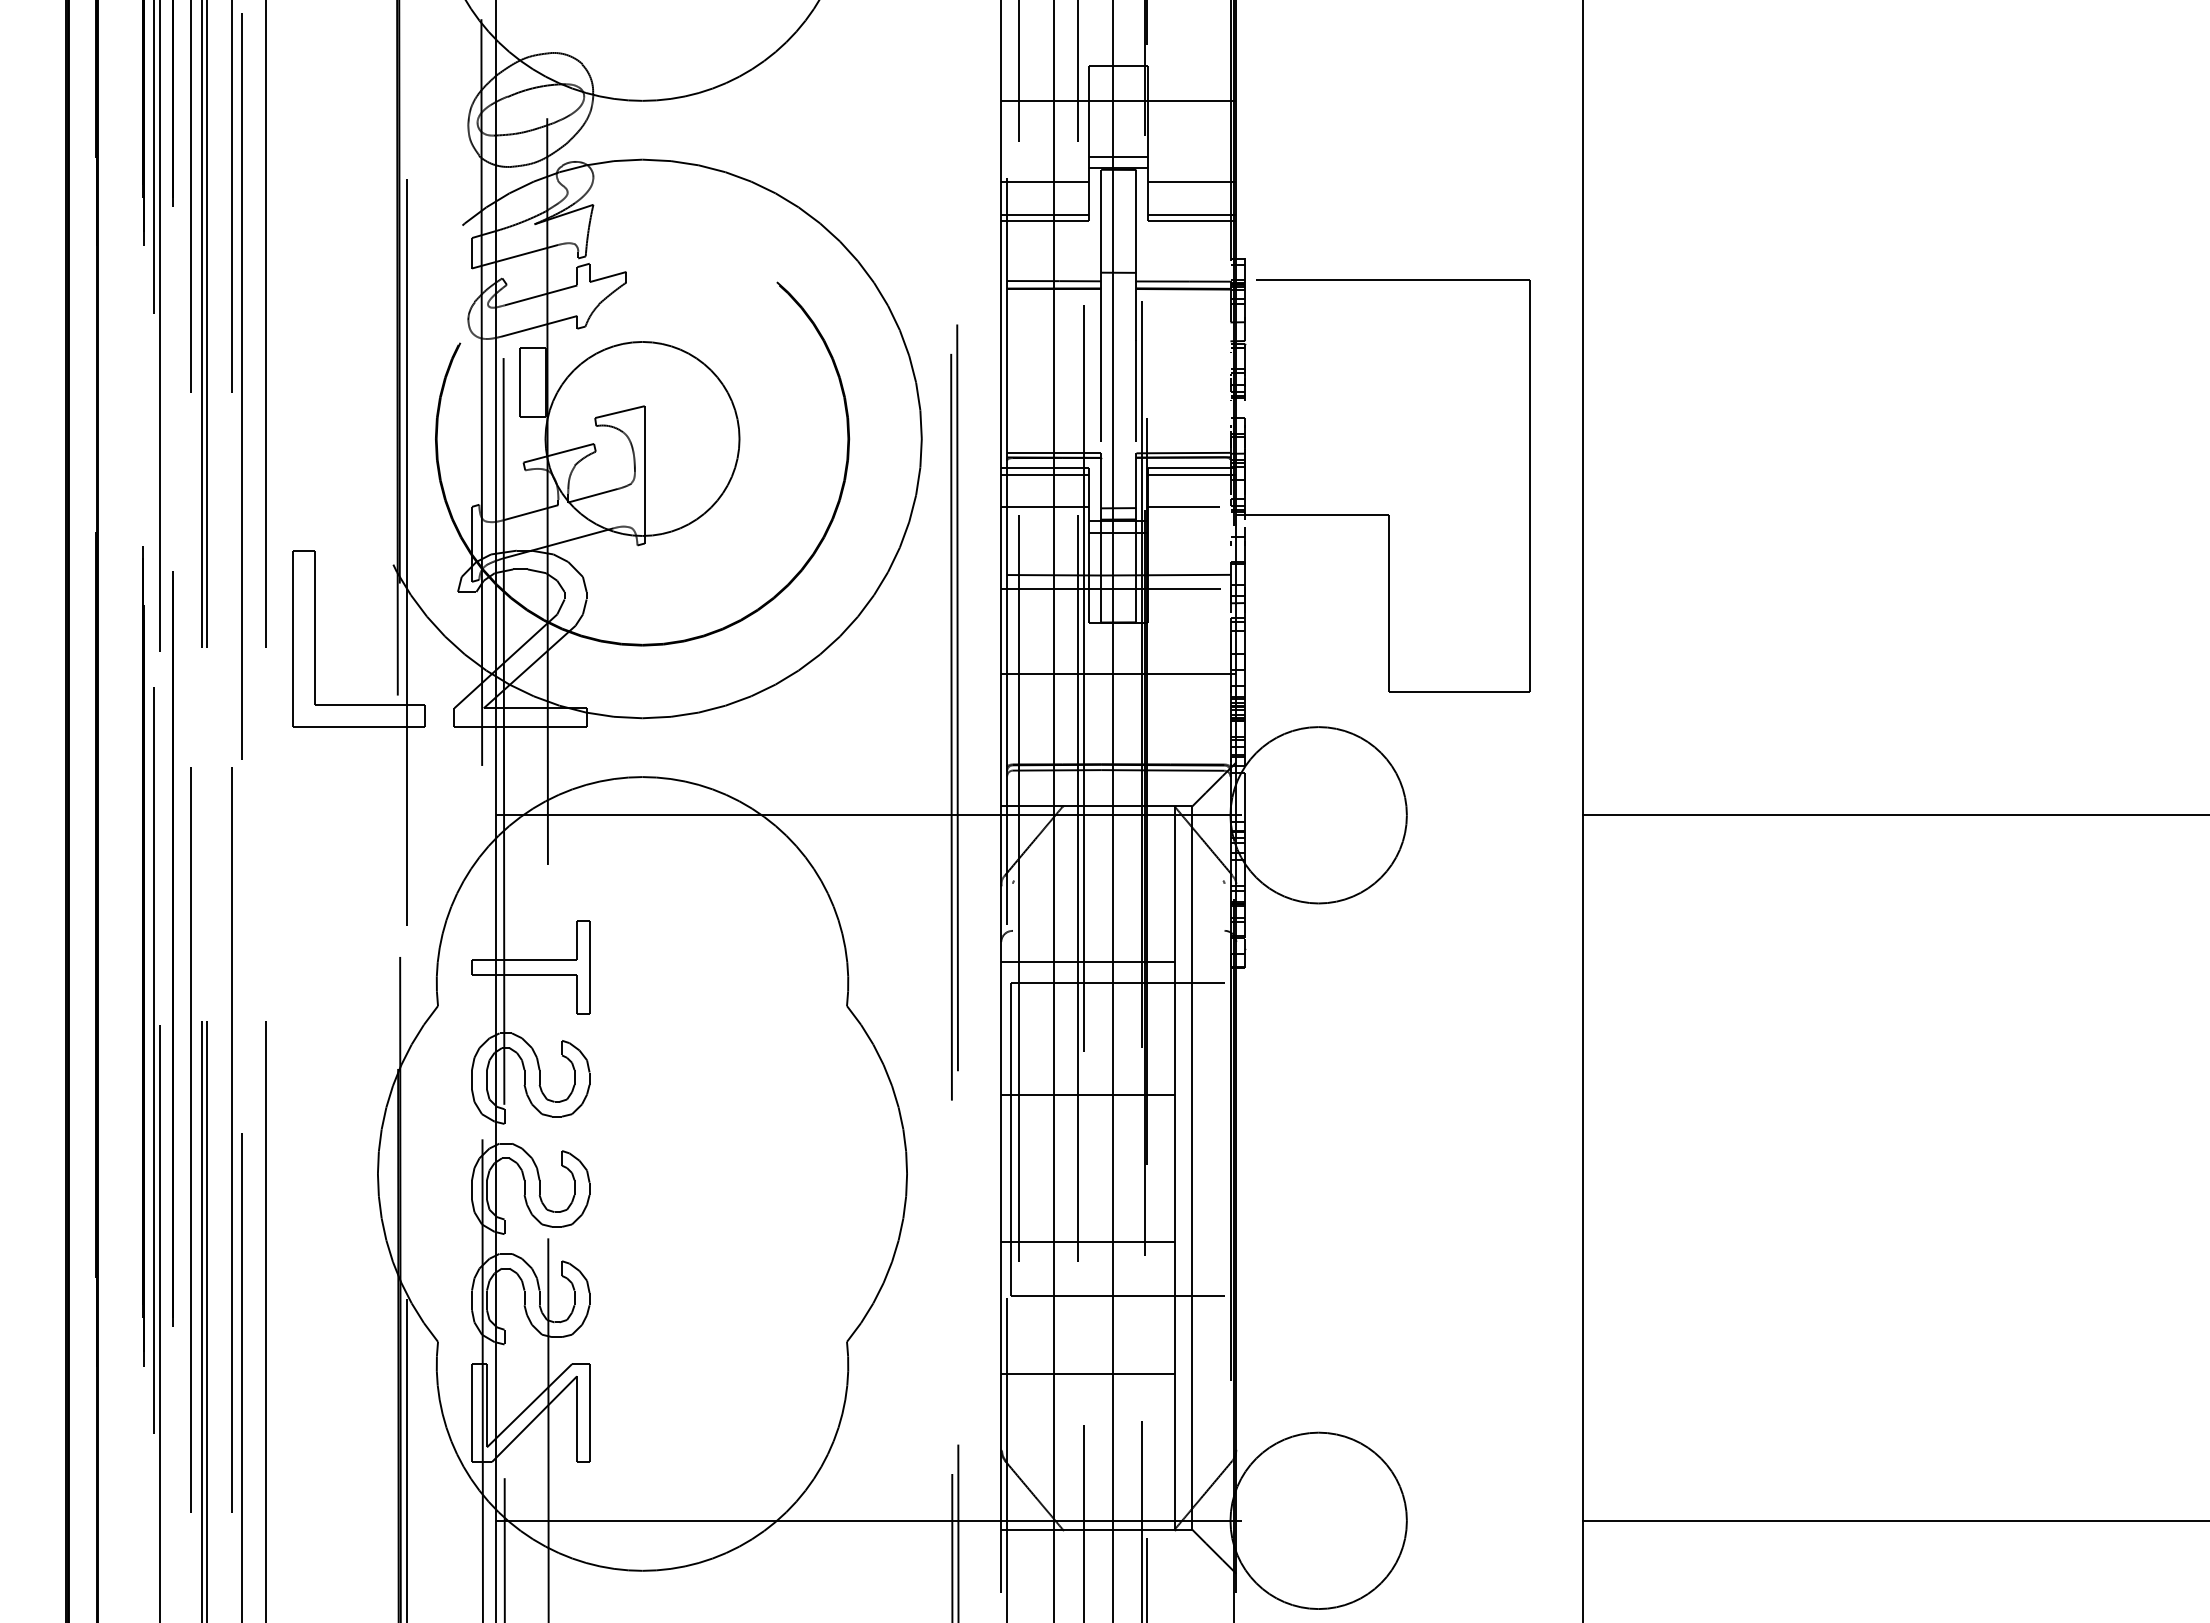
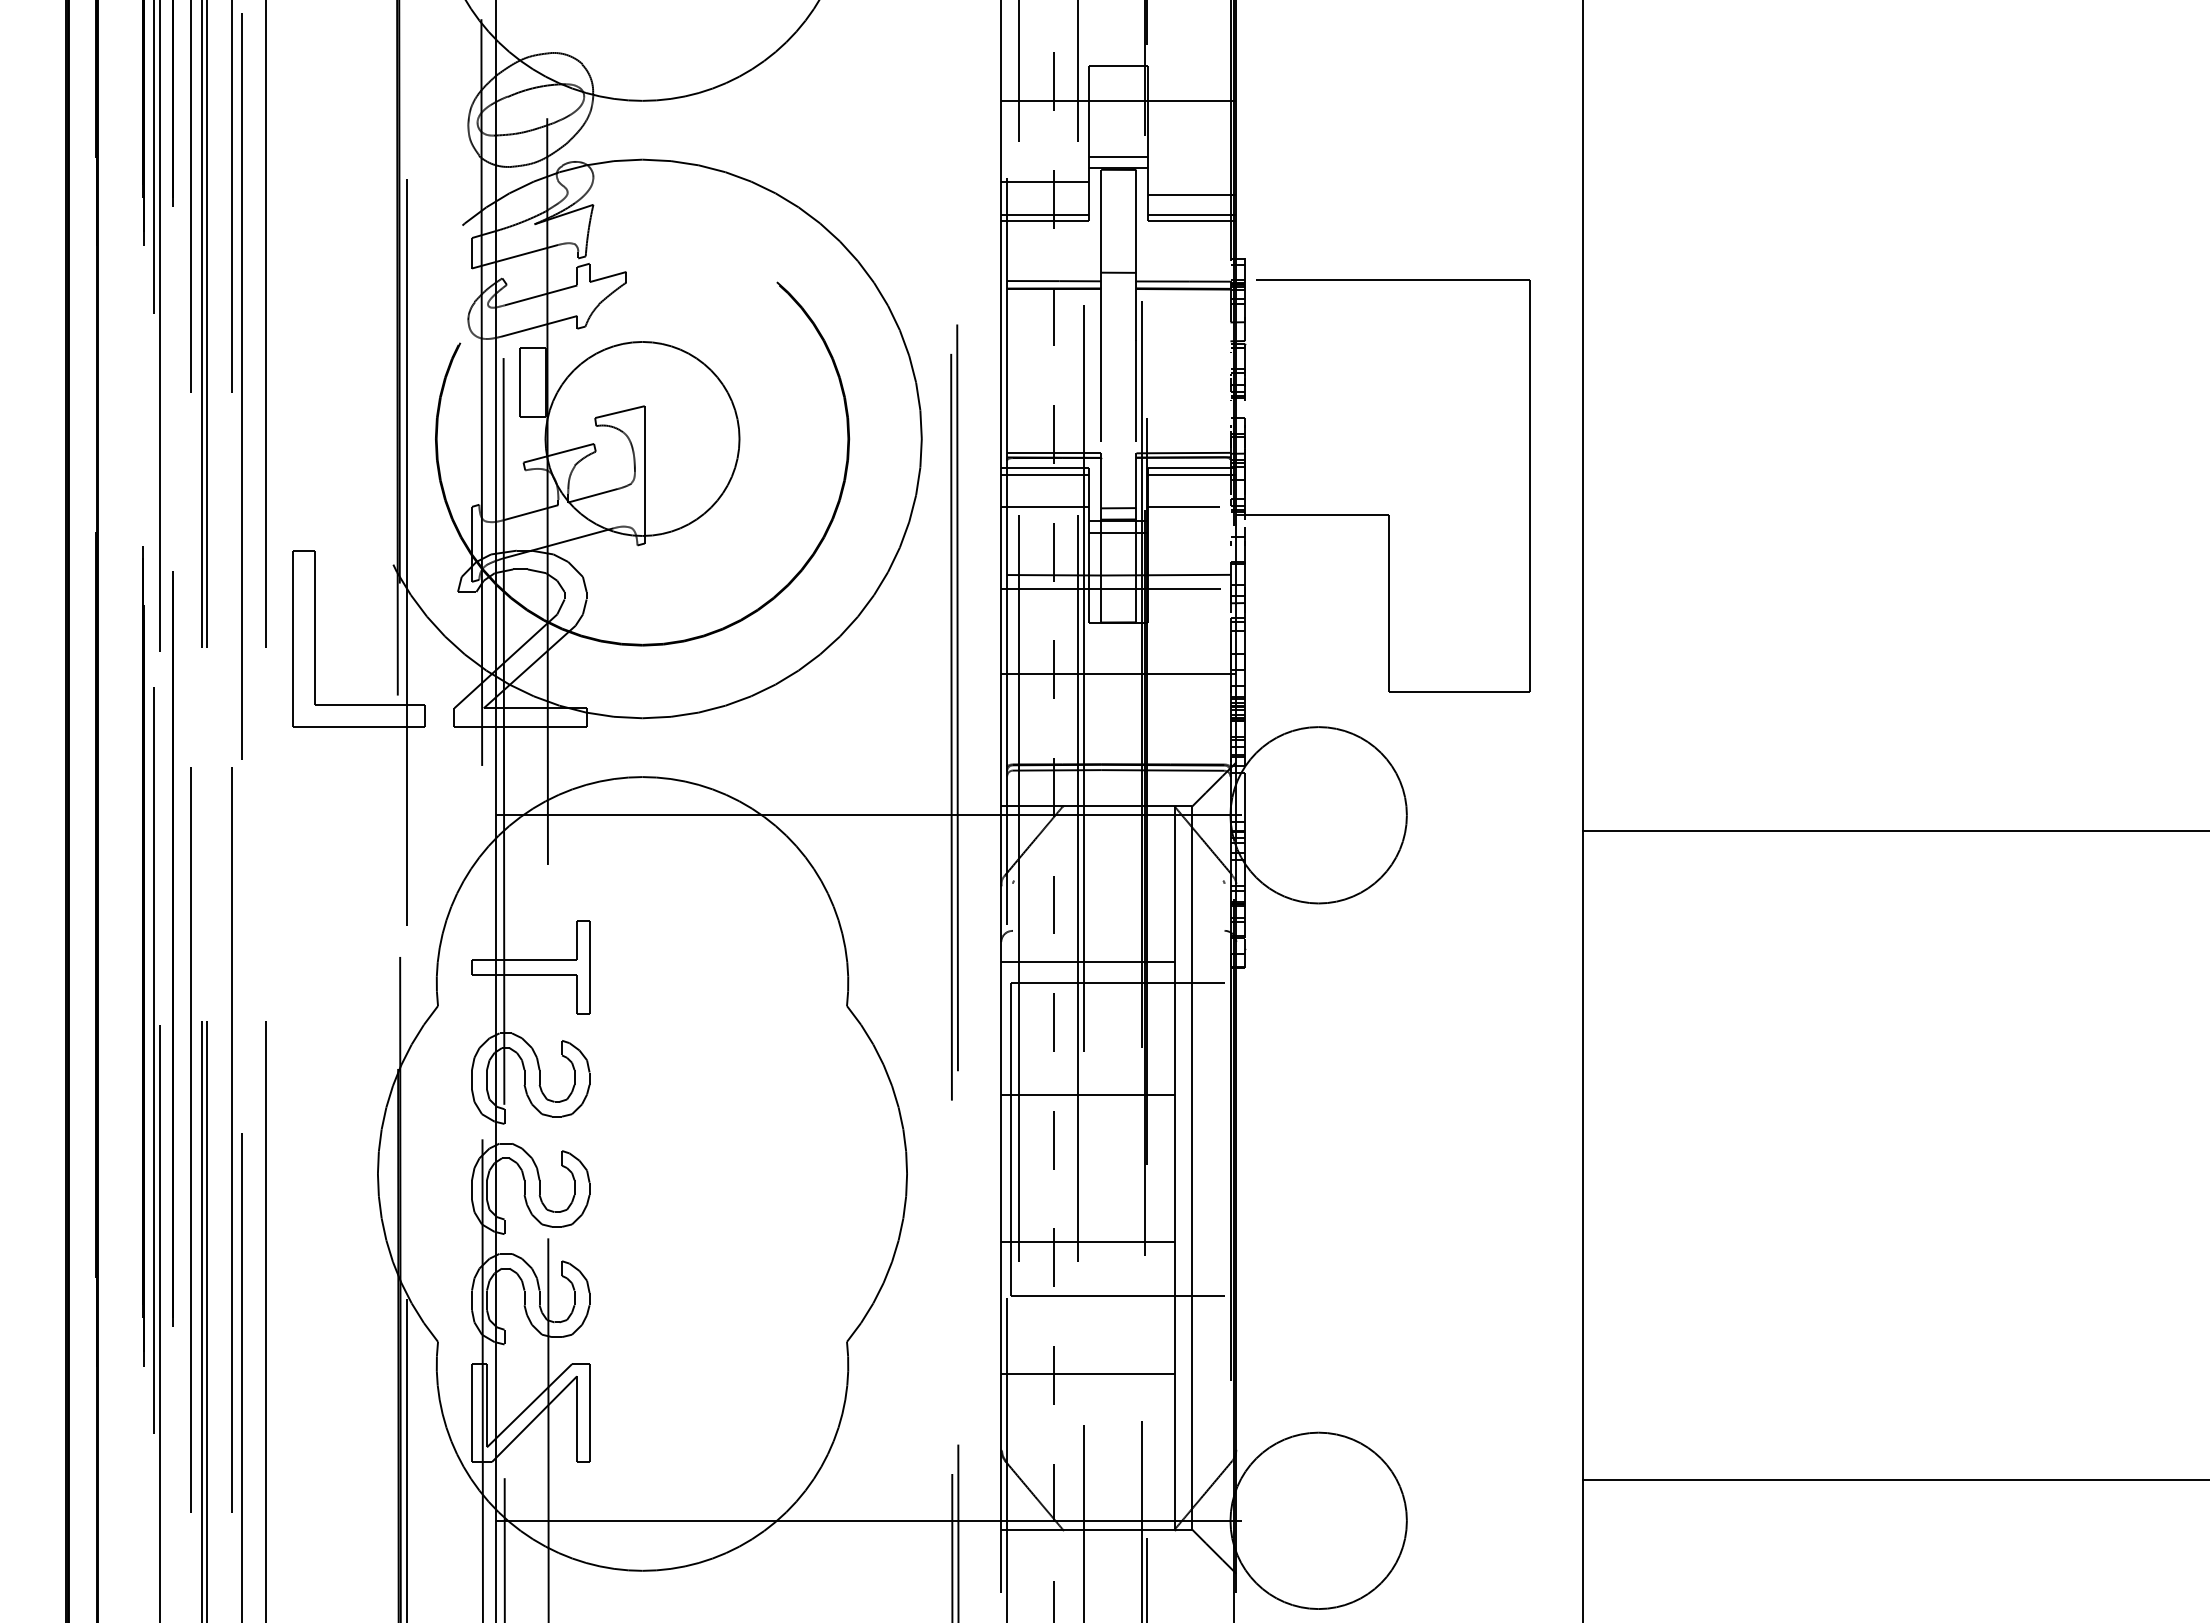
line at (1192, 182) position: (1192, 182) -> (1192, 195)
line at (1112, 810): present -> none
line at (1054, 811): solid -> dashed
line at (1894, 815) position: (1894, 815) -> (1894, 831)
line at (1894, 1520) position: (1894, 1520) -> (1894, 1479)
